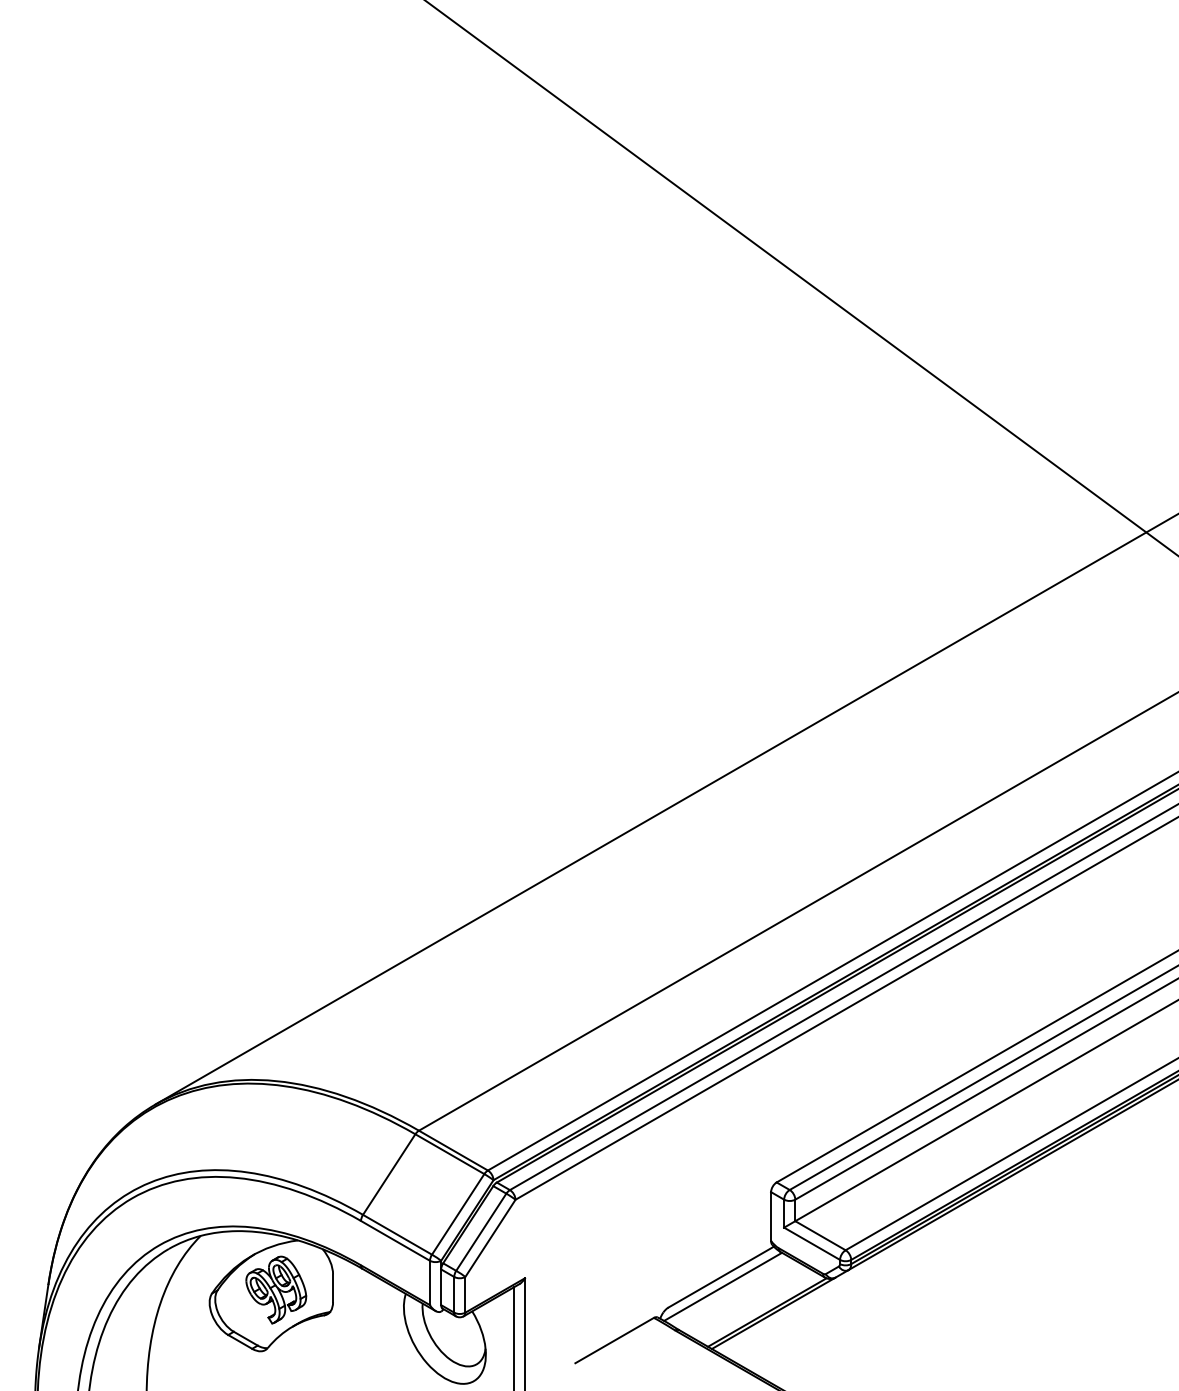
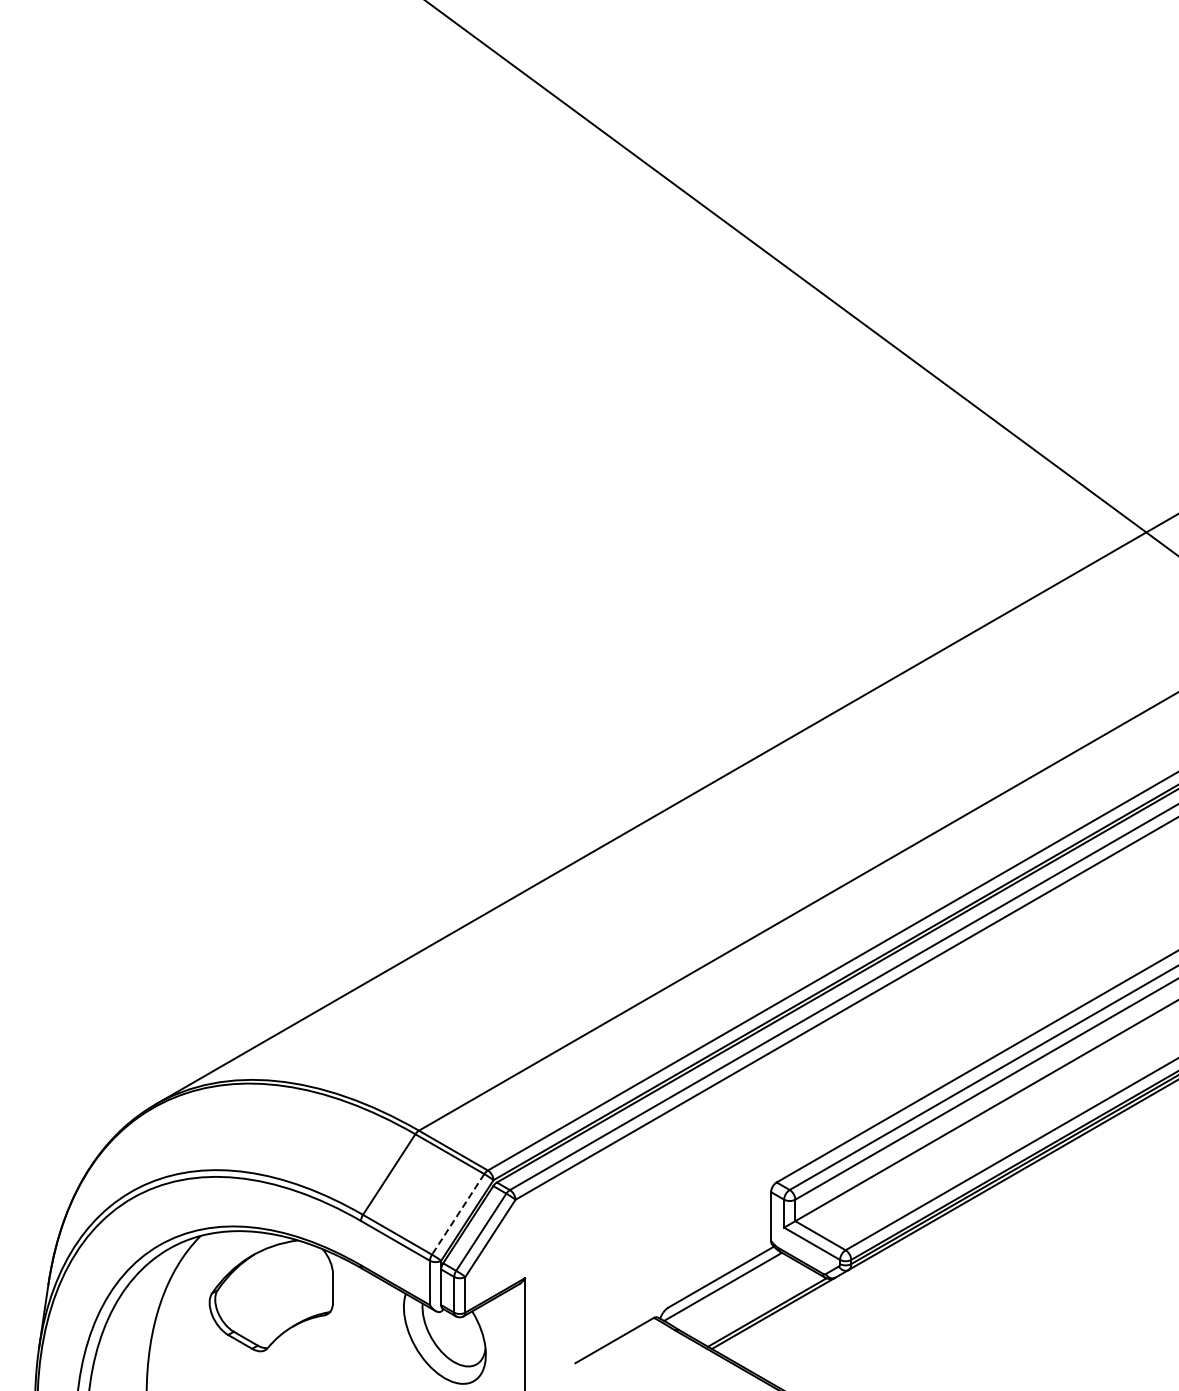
line at (457, 1214): solid -> dashed
part at (276, 1289): present -> none
line at (513, 1337): present -> none
